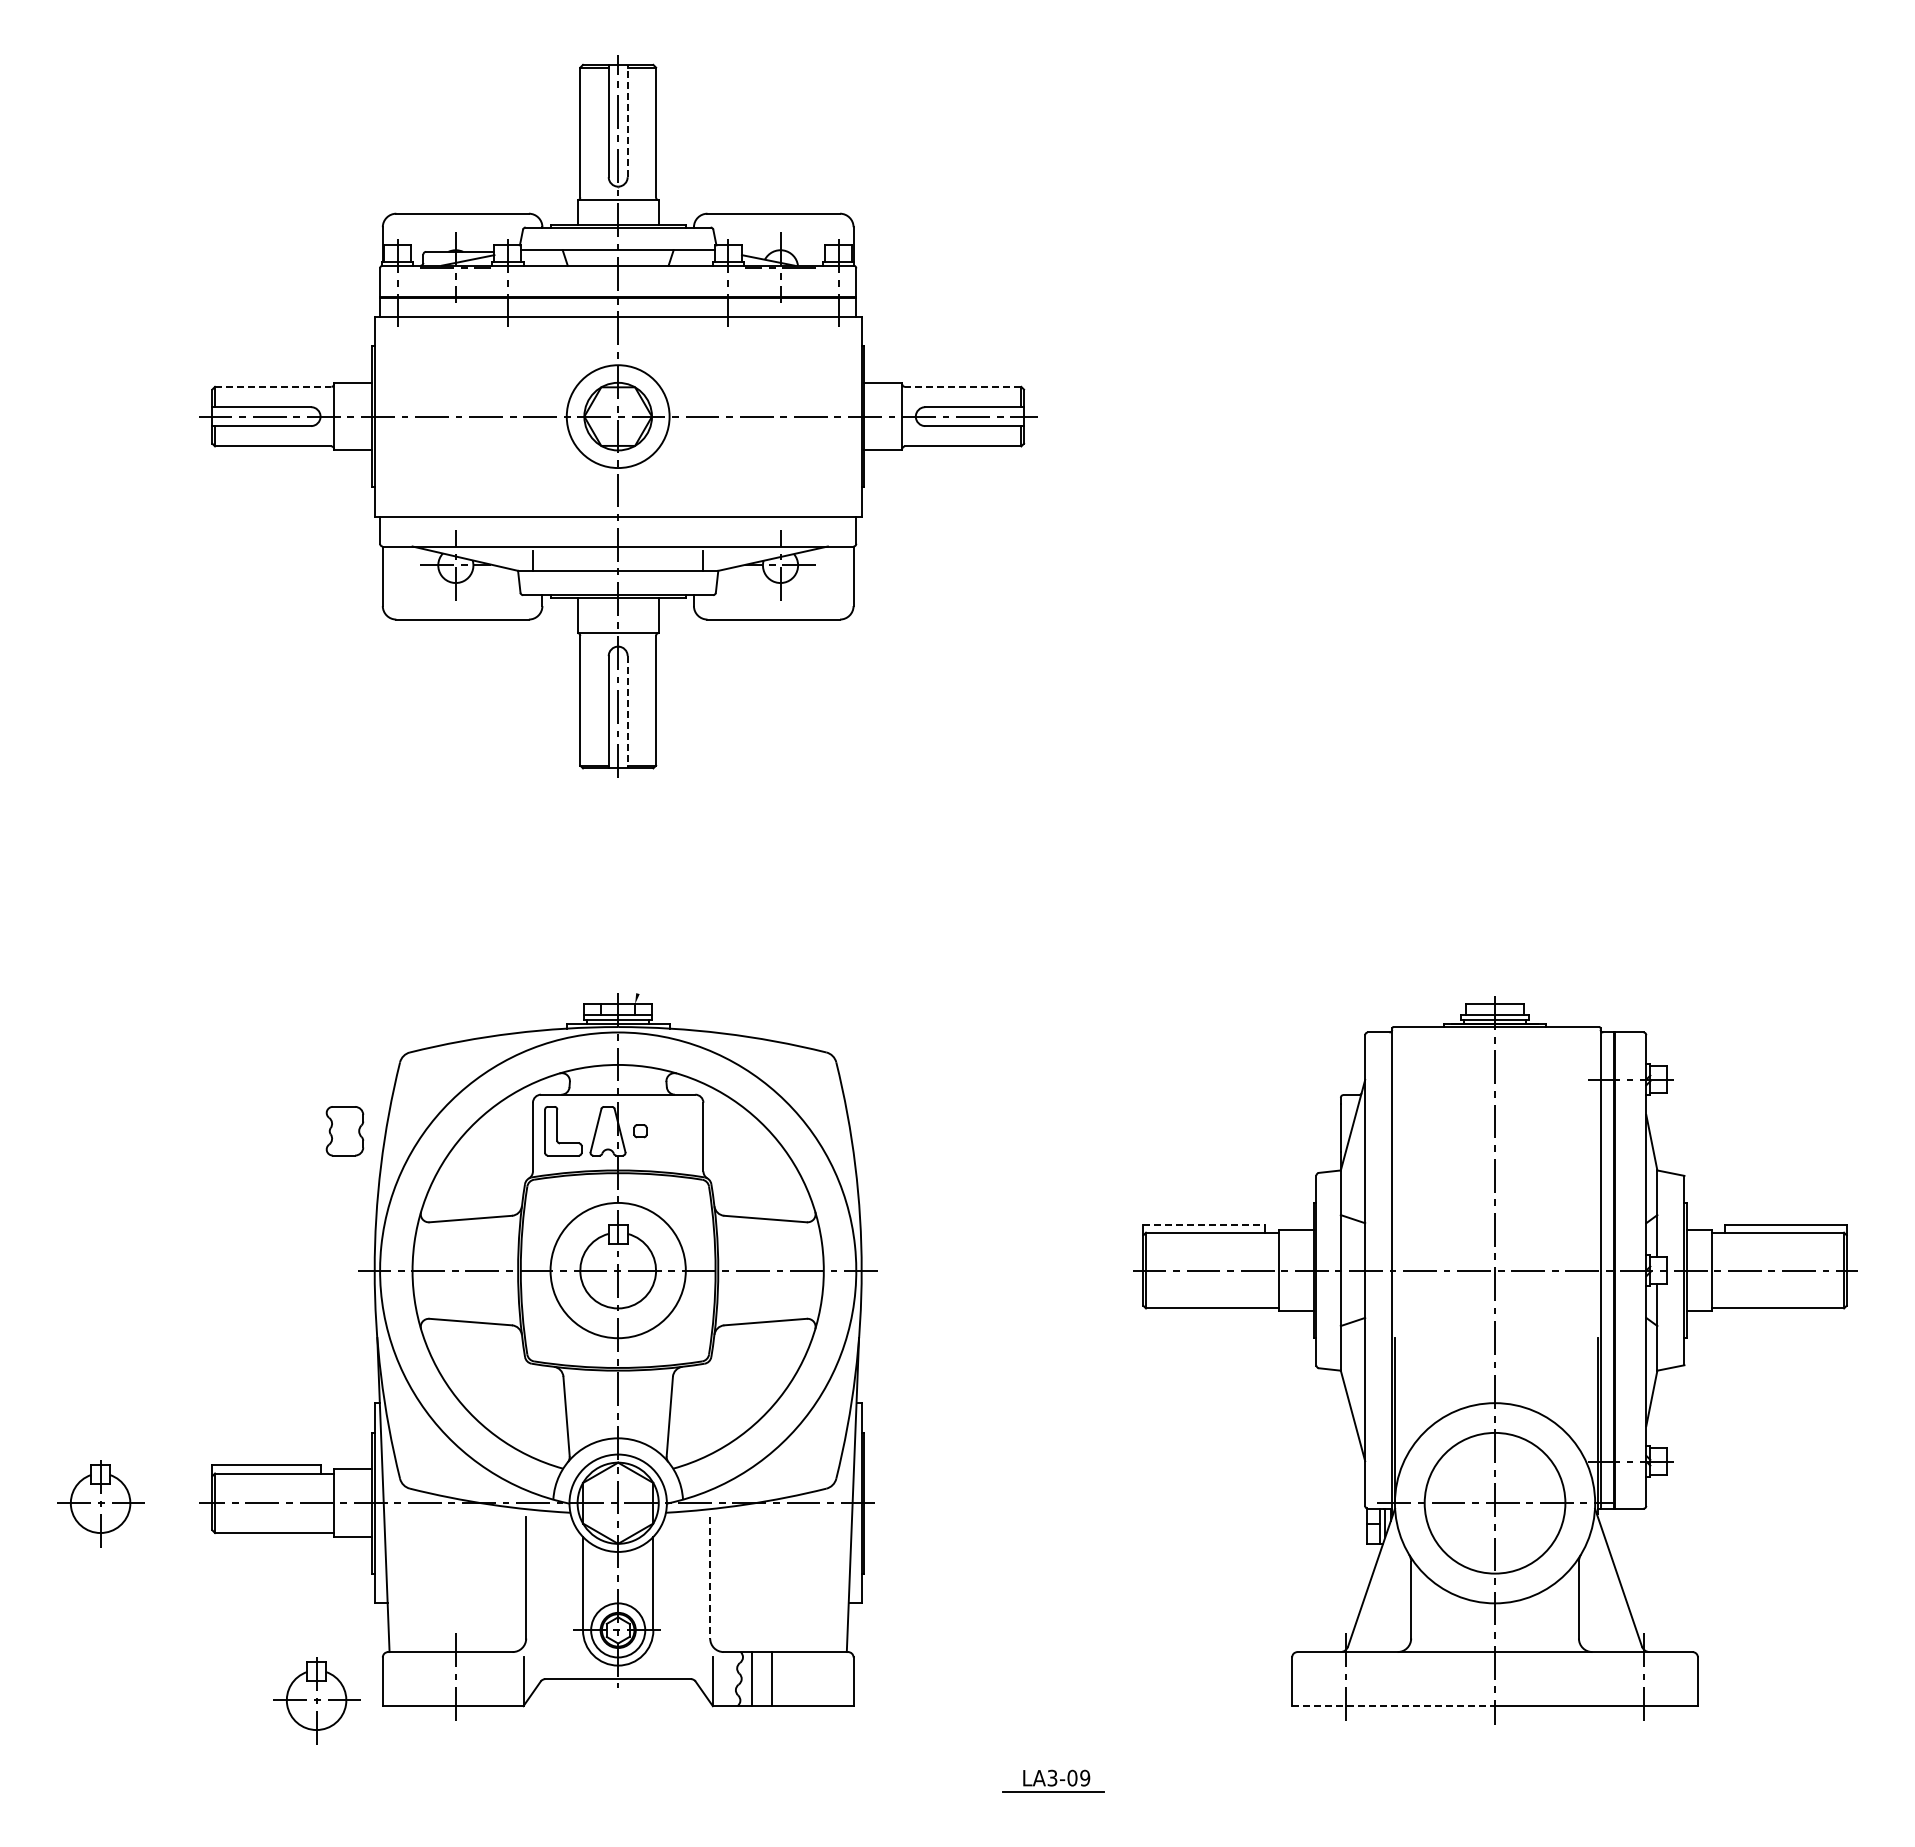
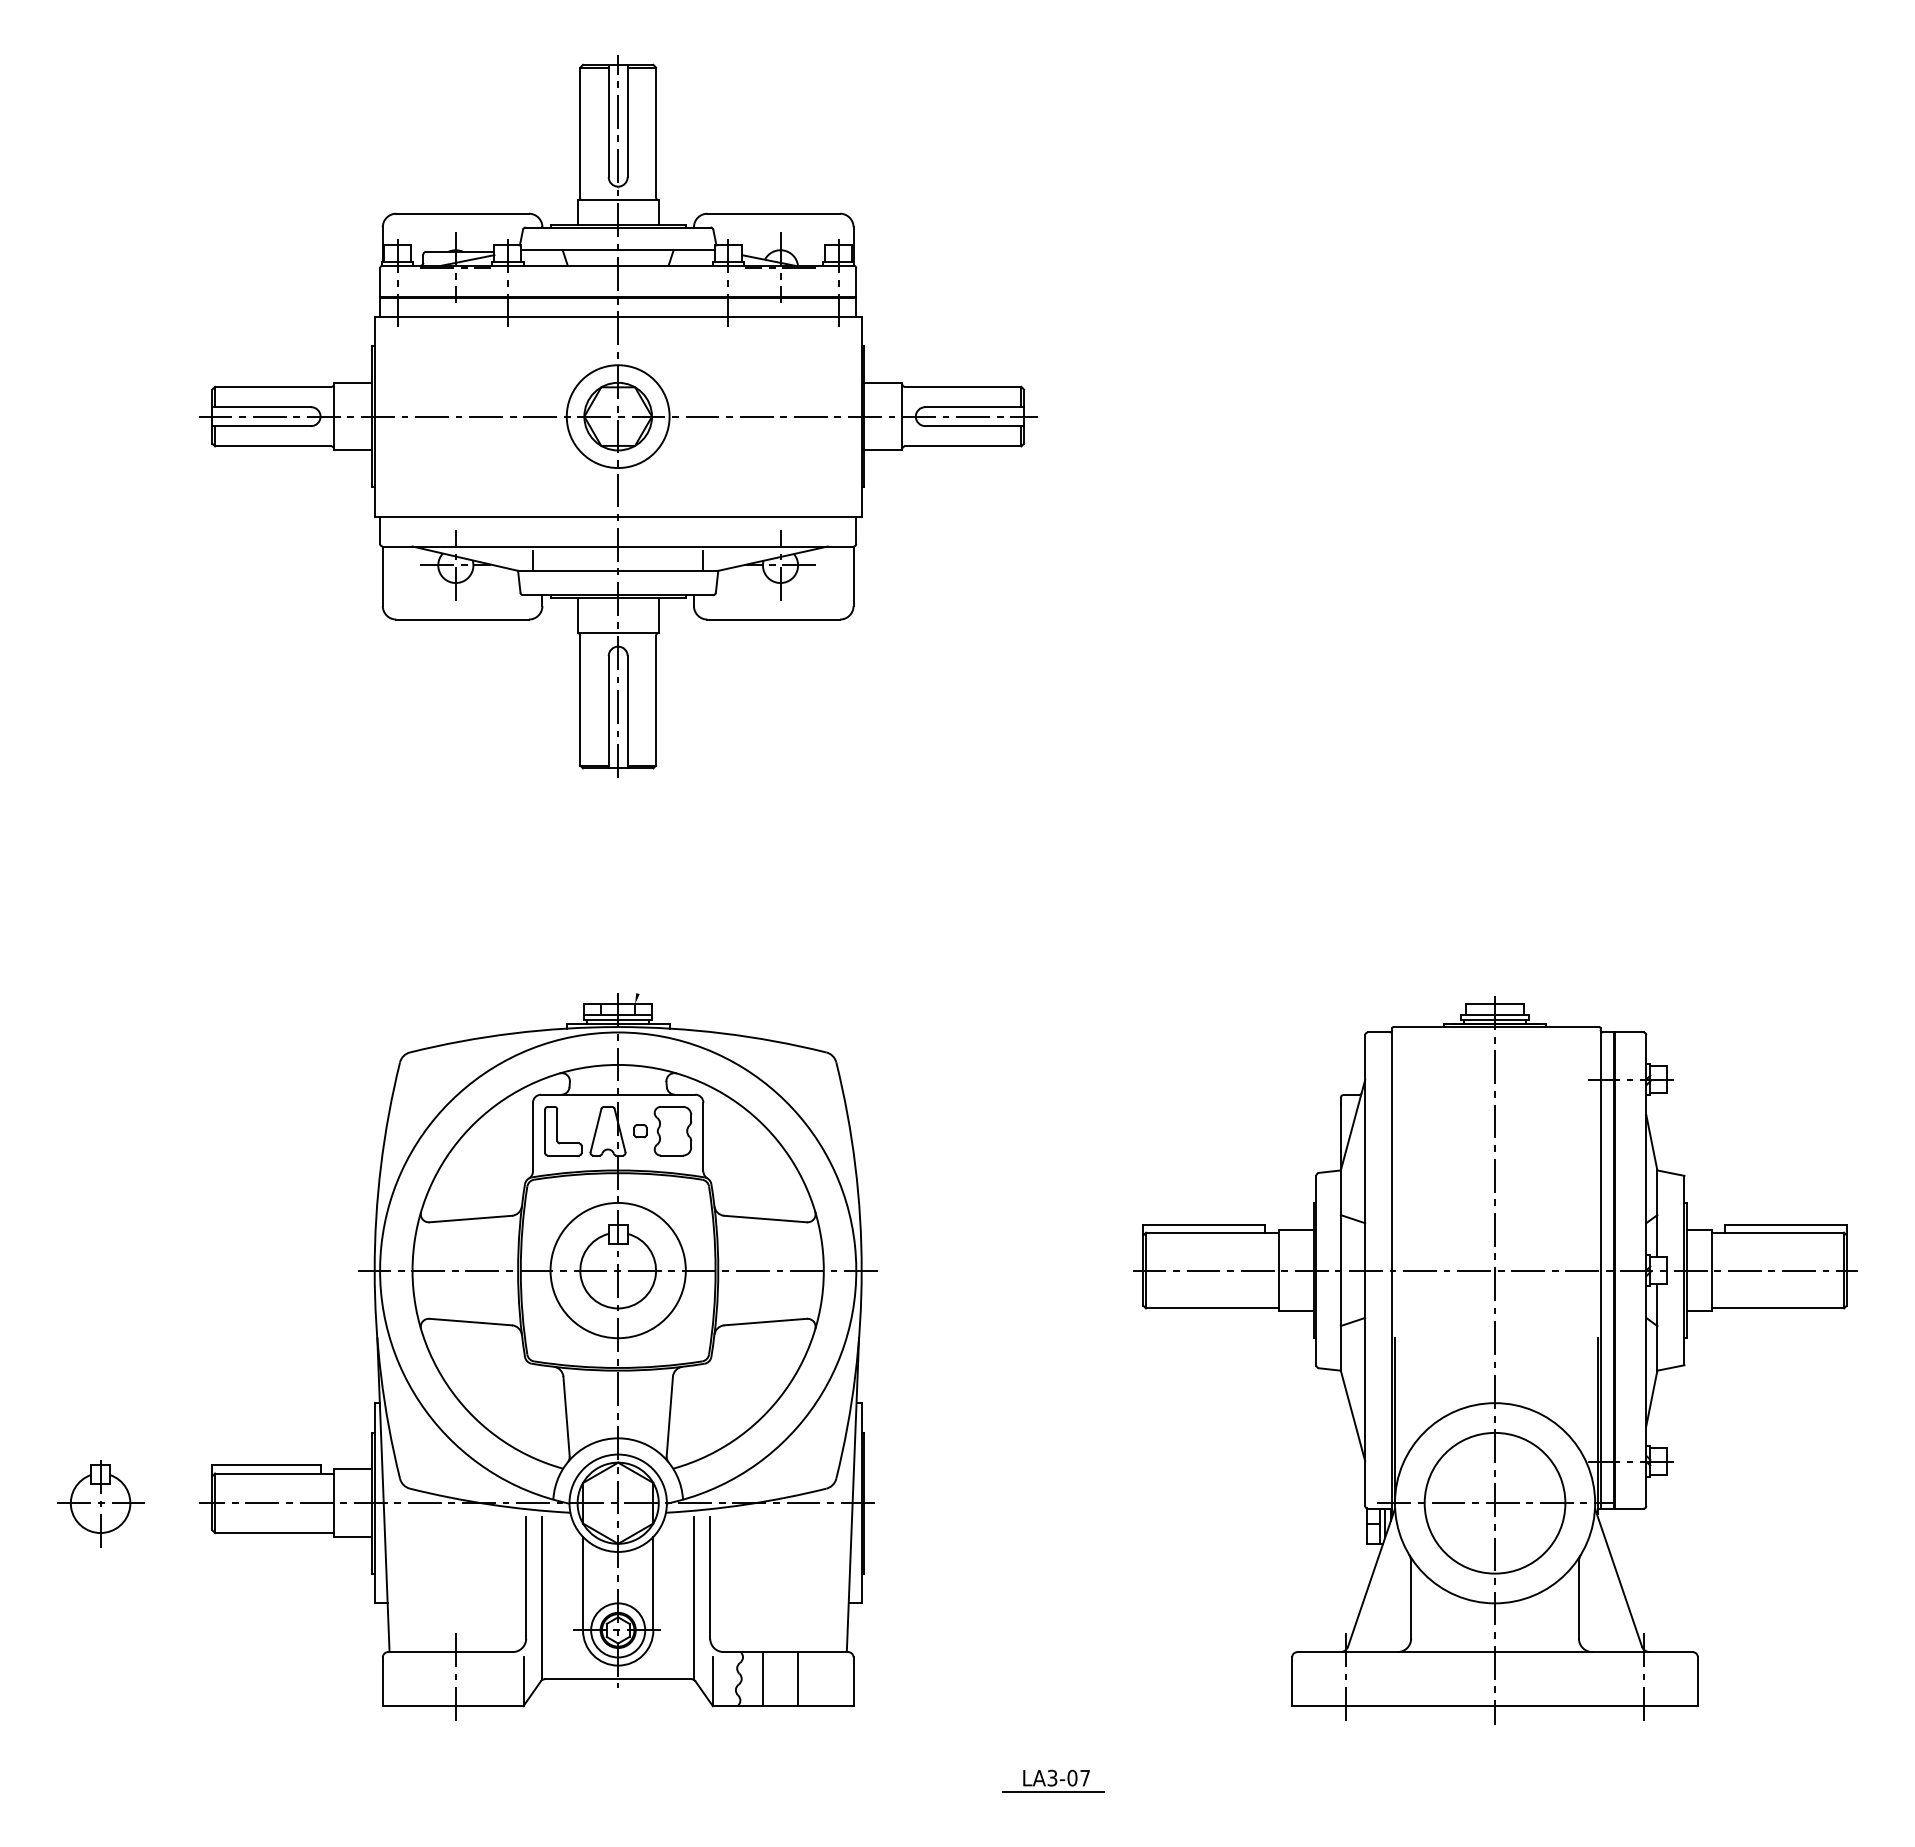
line at (627, 120): dashed -> solid
line at (273, 386): dashed -> solid
line at (962, 386): dashed -> solid
line at (627, 712): dashed -> solid
part at (344, 1131) position: (344, 1131) -> (672, 1131)
line at (1204, 1224): dashed -> solid
line at (710, 1577): dashed -> solid
line at (542, 1597): none -> present
line at (693, 1597): none -> present
line at (751, 1679) position: (751, 1679) -> (762, 1679)
line at (772, 1679) position: (772, 1679) -> (798, 1679)
part at (316, 1700): present -> none
line at (1394, 1706): dashed -> solid
text at (1085, 1777): LA3-09 -> LA3-07
